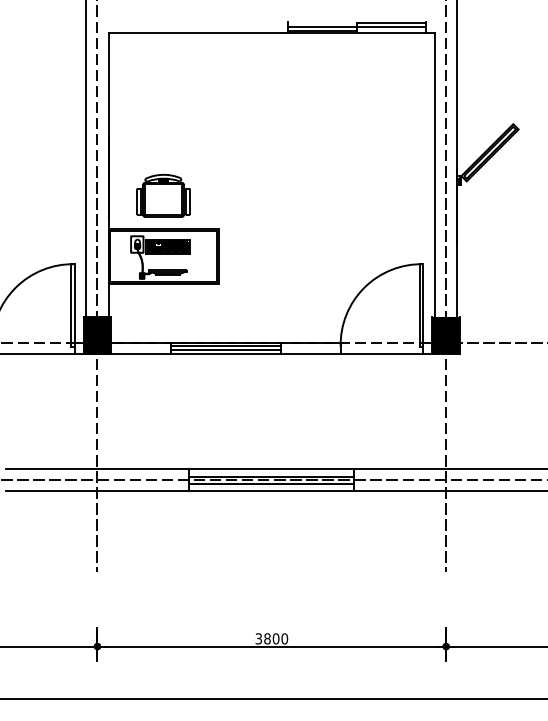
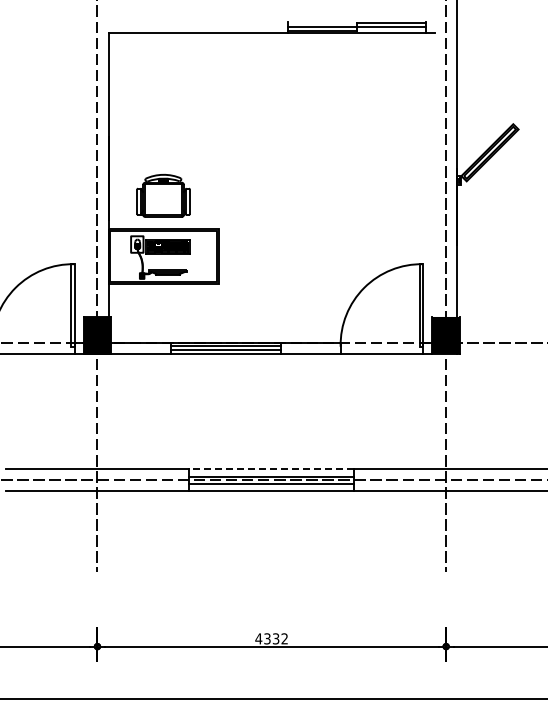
line at (86, 177): present -> none
line at (435, 192): present -> none
line at (271, 469): solid -> dashed
text at (271, 638): 3800 -> 4332
